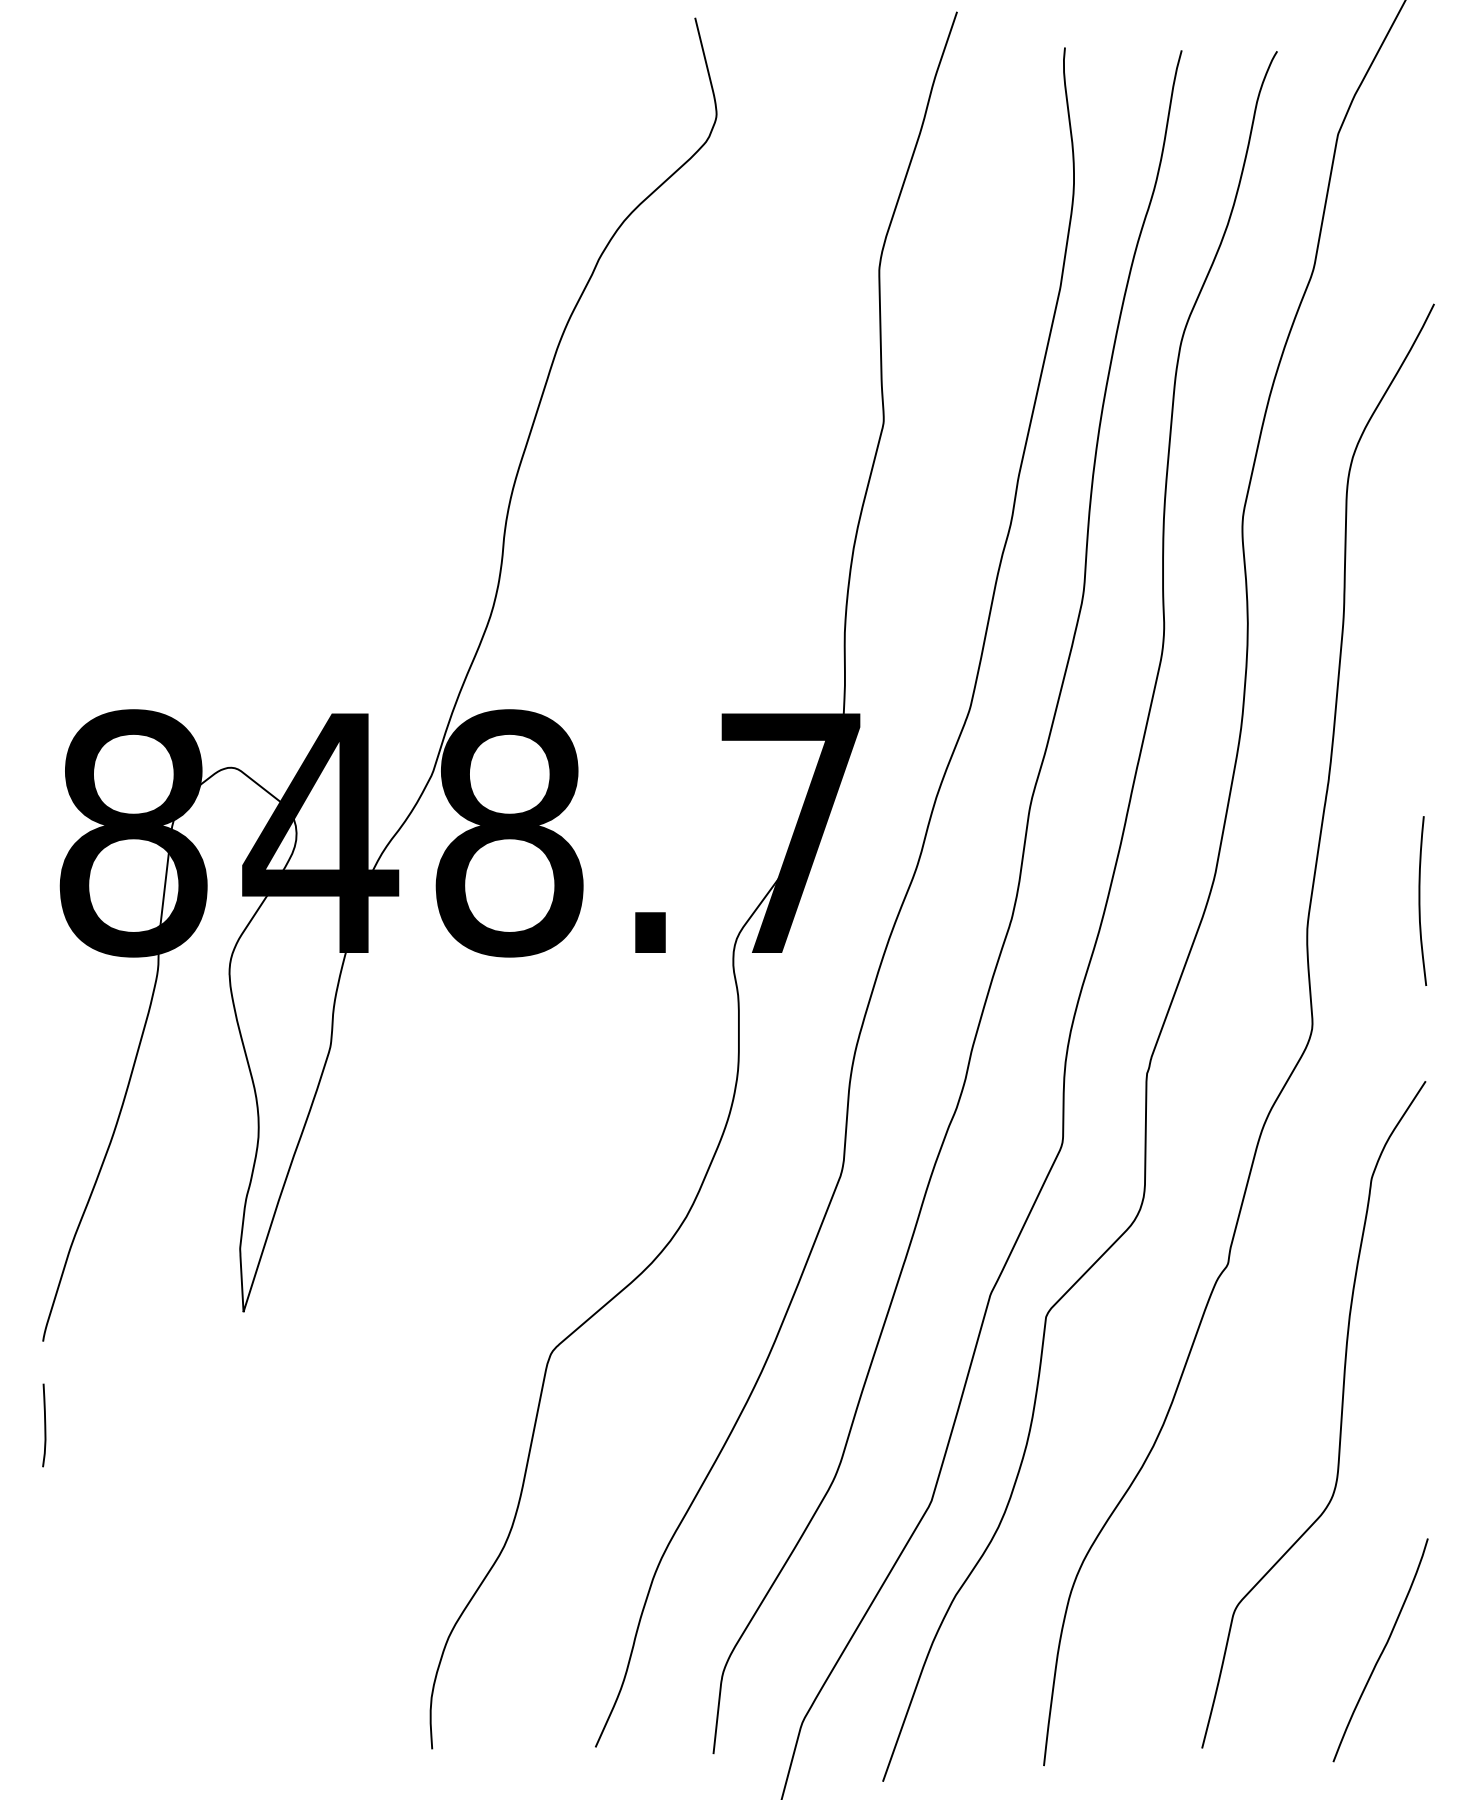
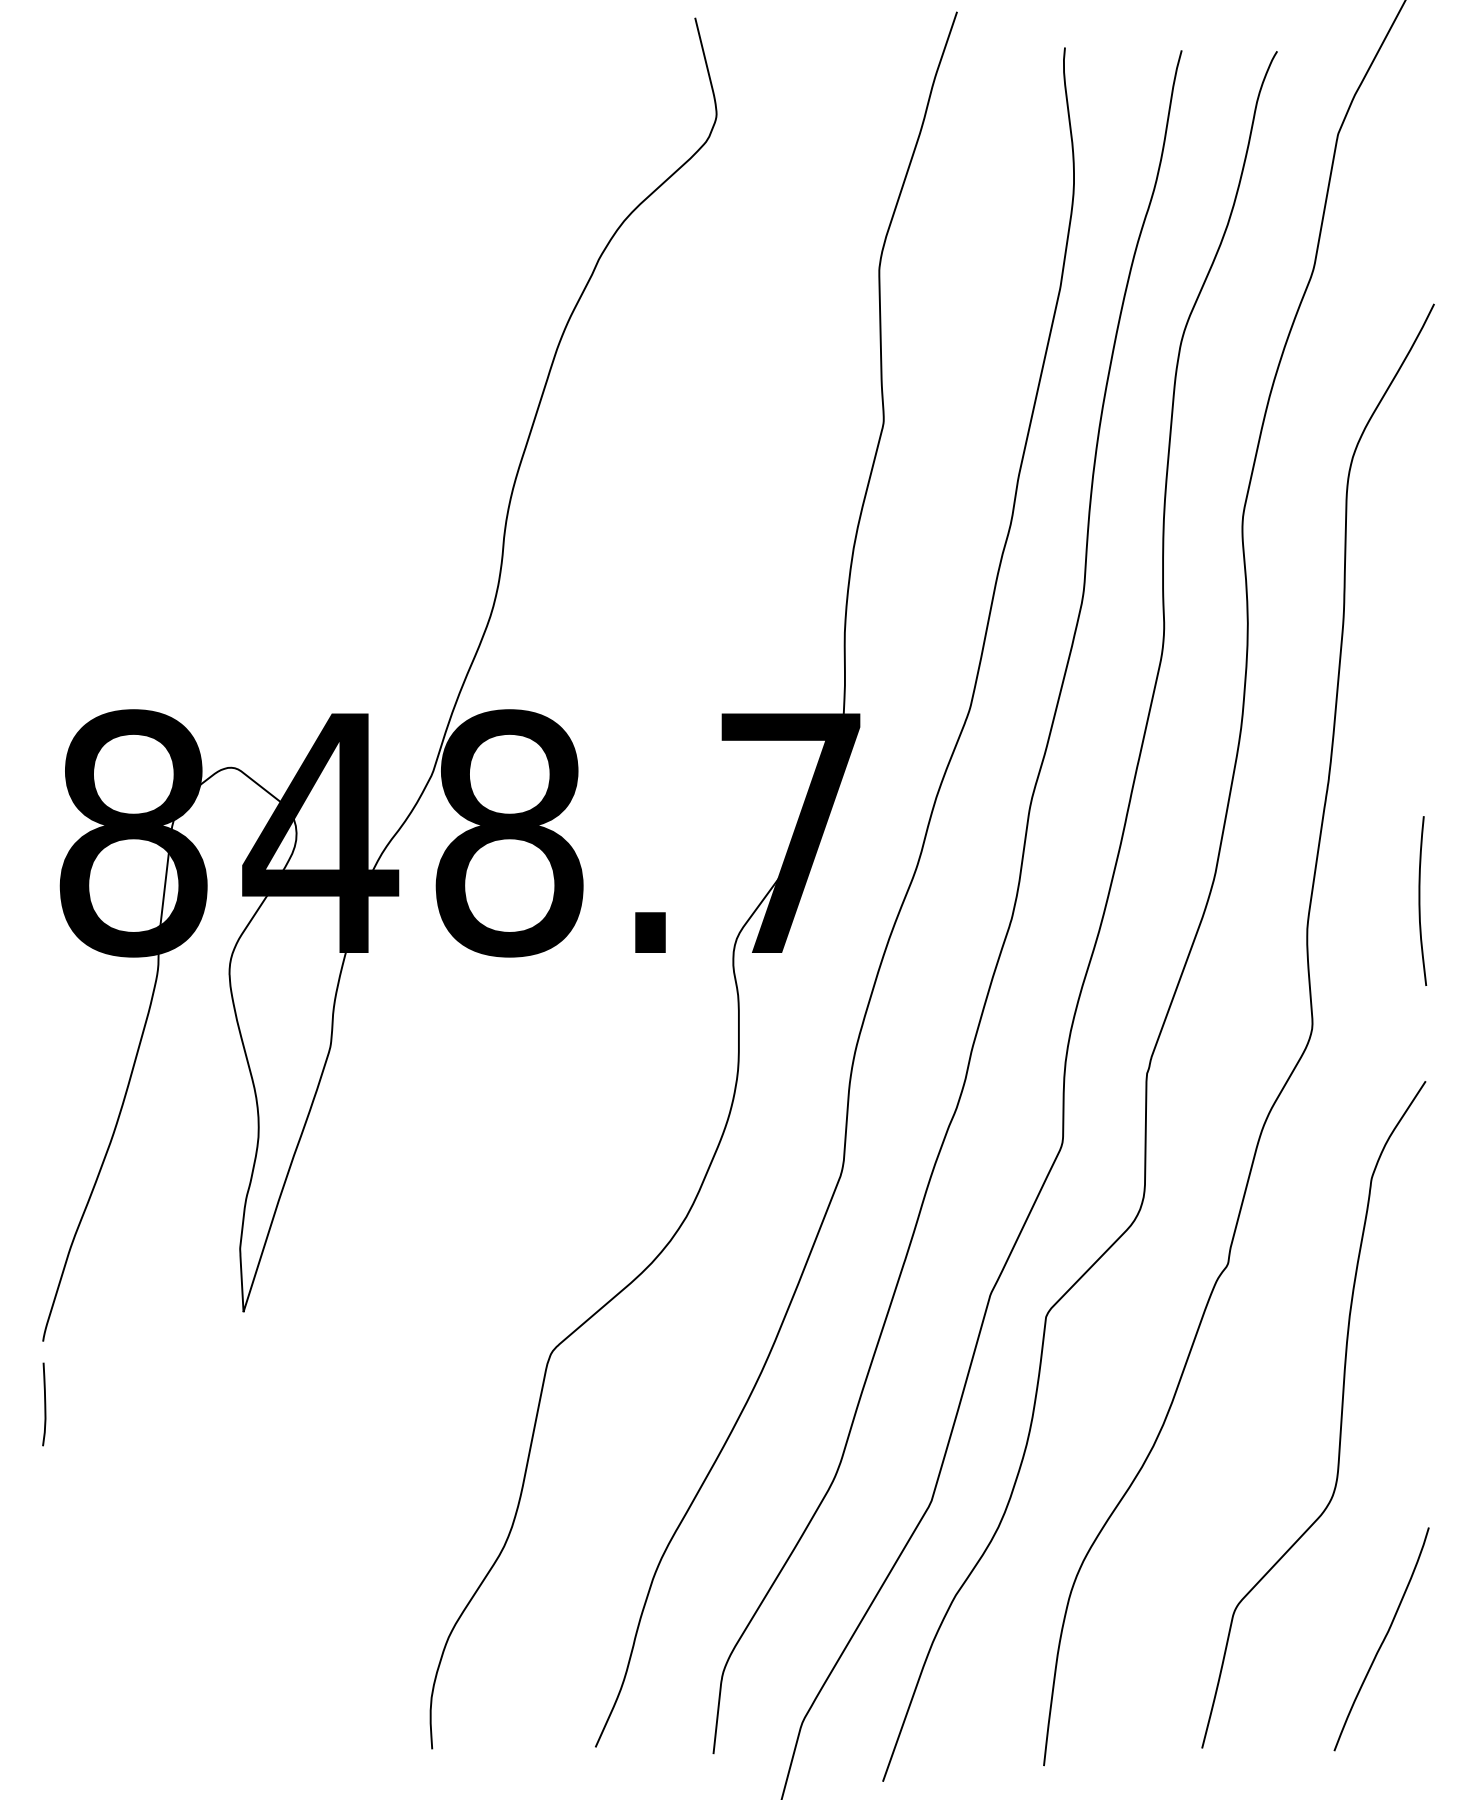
curve at (44, 1425) position: (44, 1425) -> (44, 1404)
curve at (1381, 1651) position: (1381, 1651) -> (1382, 1640)
